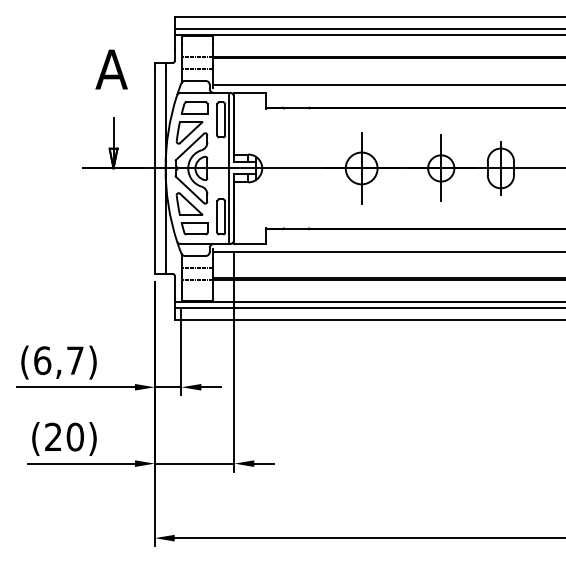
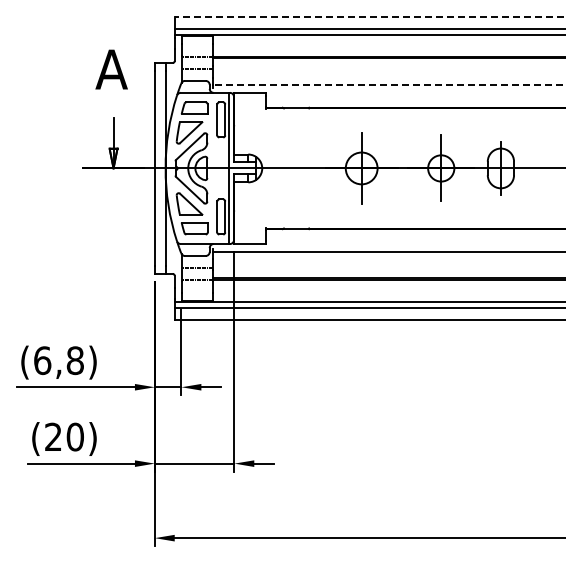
line at (369, 16): solid -> dashed
line at (389, 84): solid -> dashed
text at (74, 360): (6,7) -> (6,8)
